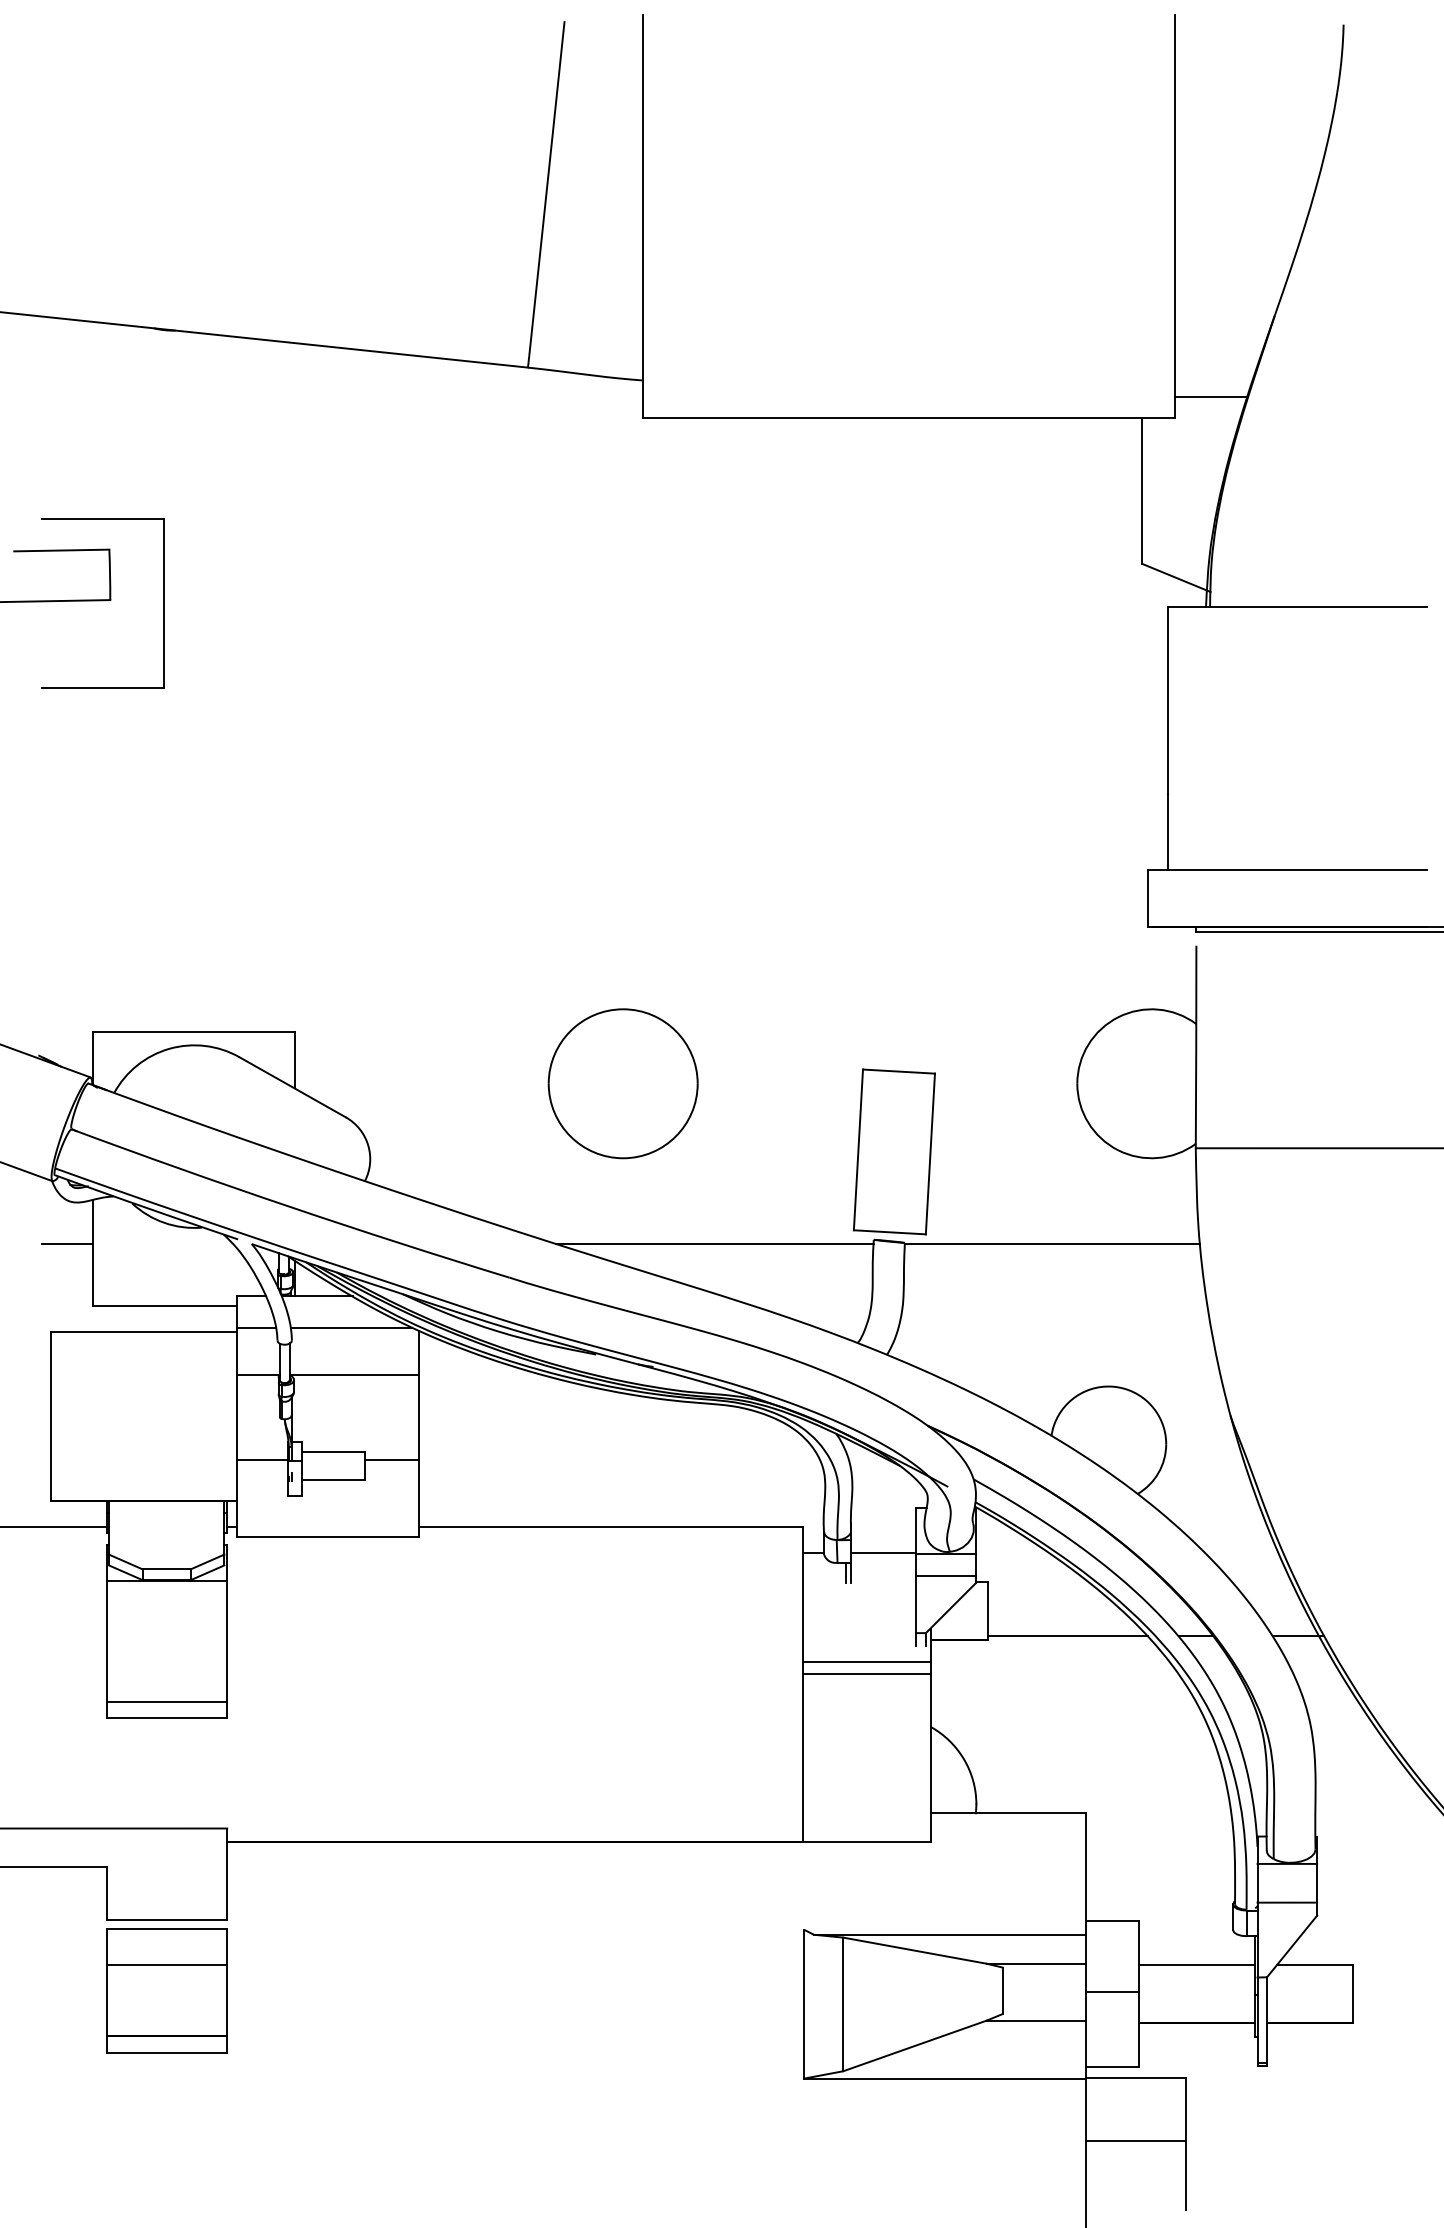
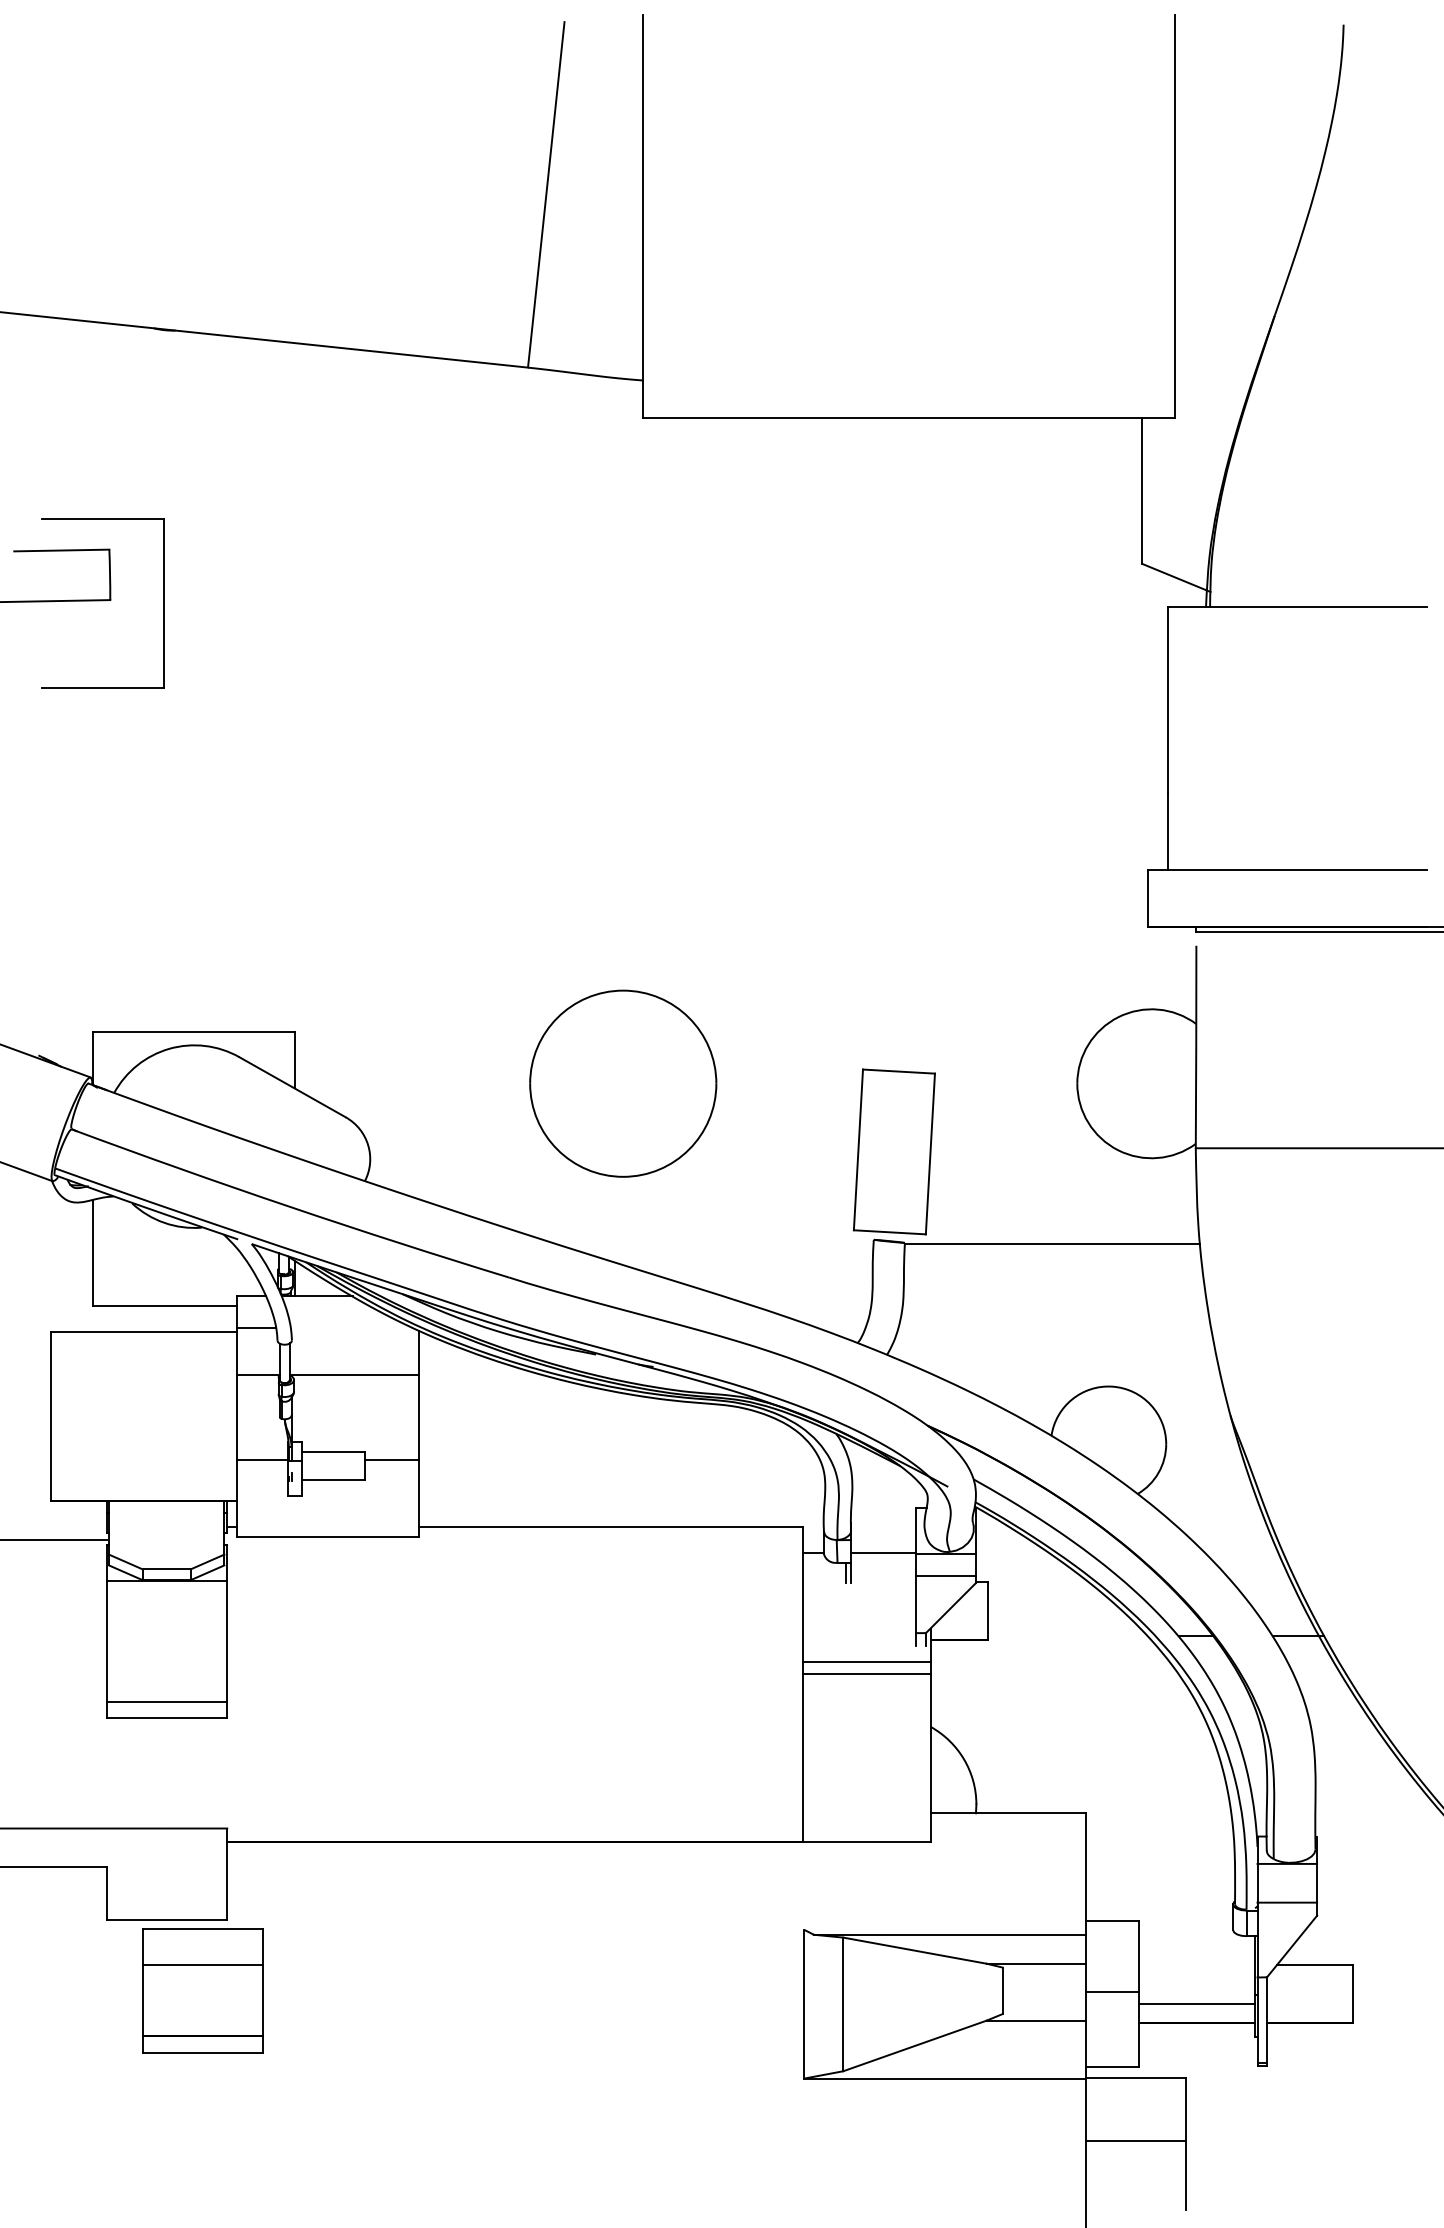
line at (1211, 396): present -> none
part at (622, 1083) size: 152x152 px -> 189x189 px
line at (67, 1243): present -> none
line at (714, 1243): present -> none
line at (351, 1327): present -> none
line at (54, 1527) position: (54, 1527) -> (54, 1540)
line at (1067, 1636): present -> none
line at (1197, 1965) position: (1197, 1965) -> (1197, 2004)
part at (166, 1990) position: (166, 1990) -> (202, 1990)
